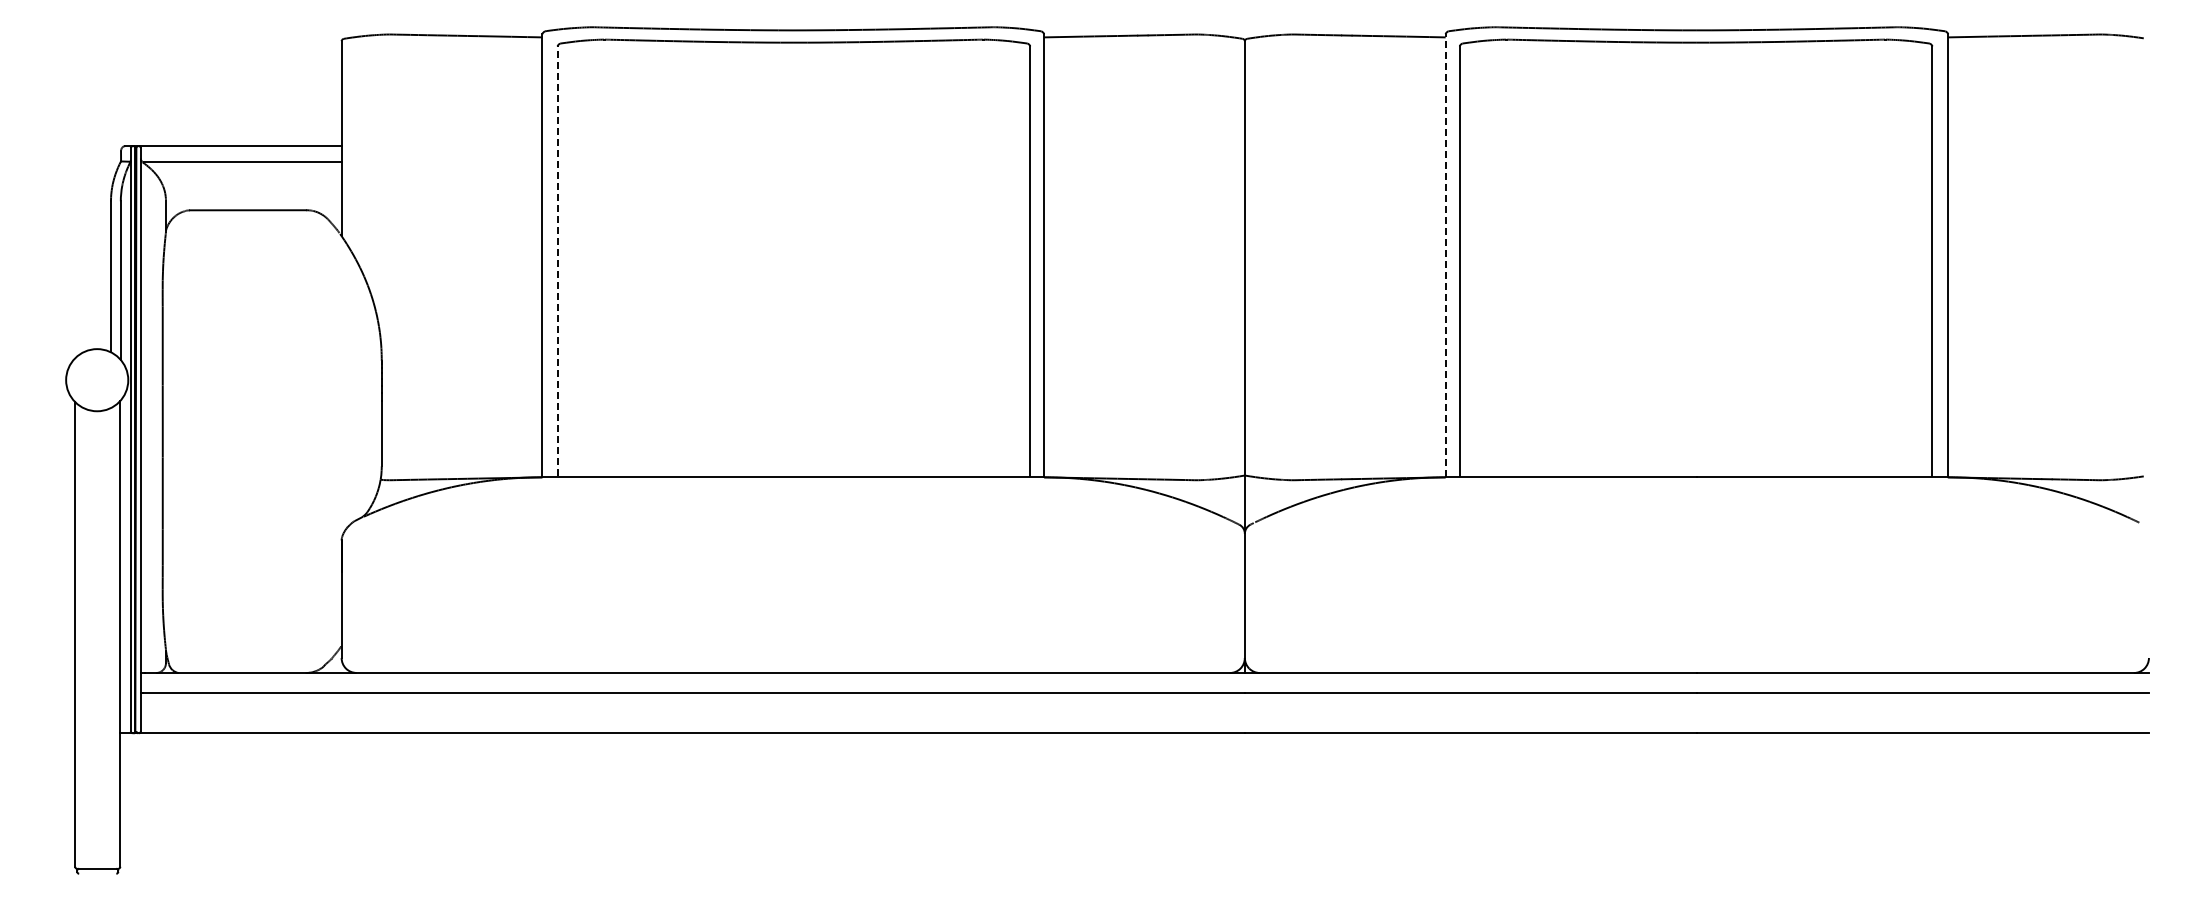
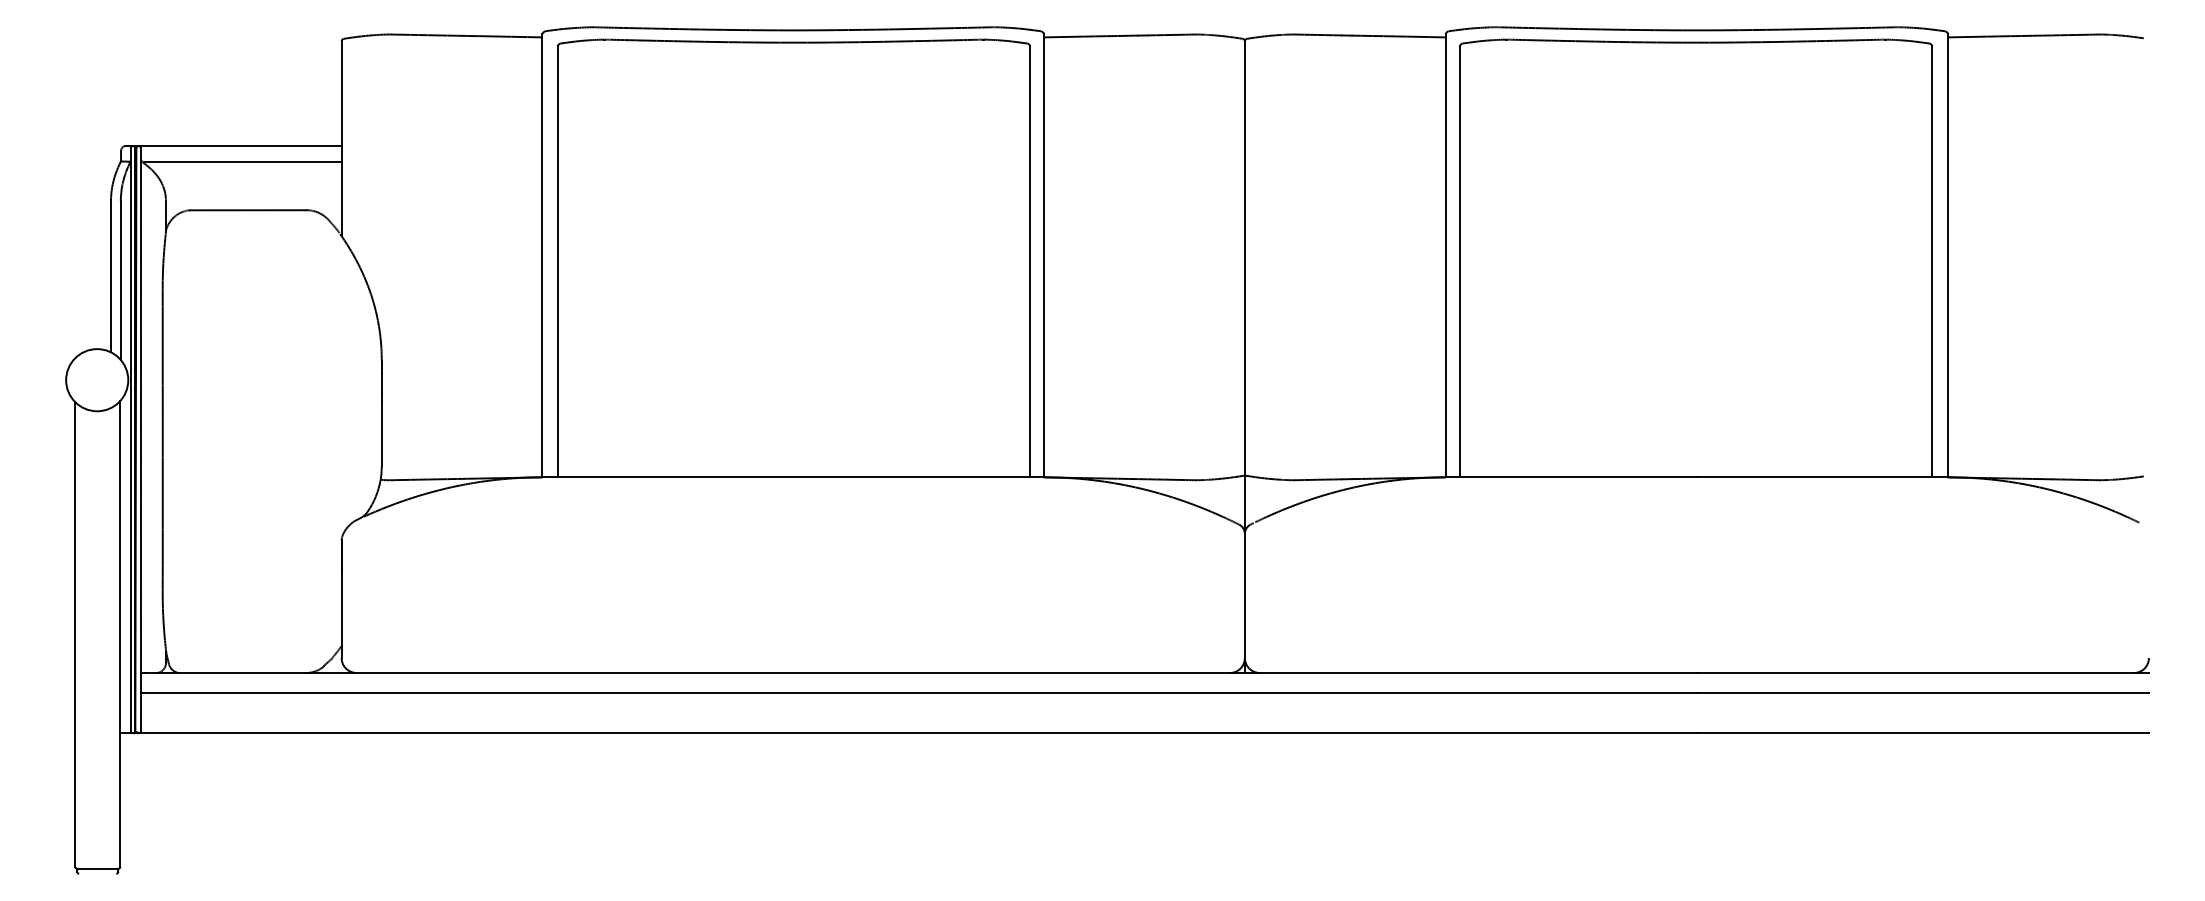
line at (1445, 255): dashed -> solid
line at (557, 261): dashed -> solid
